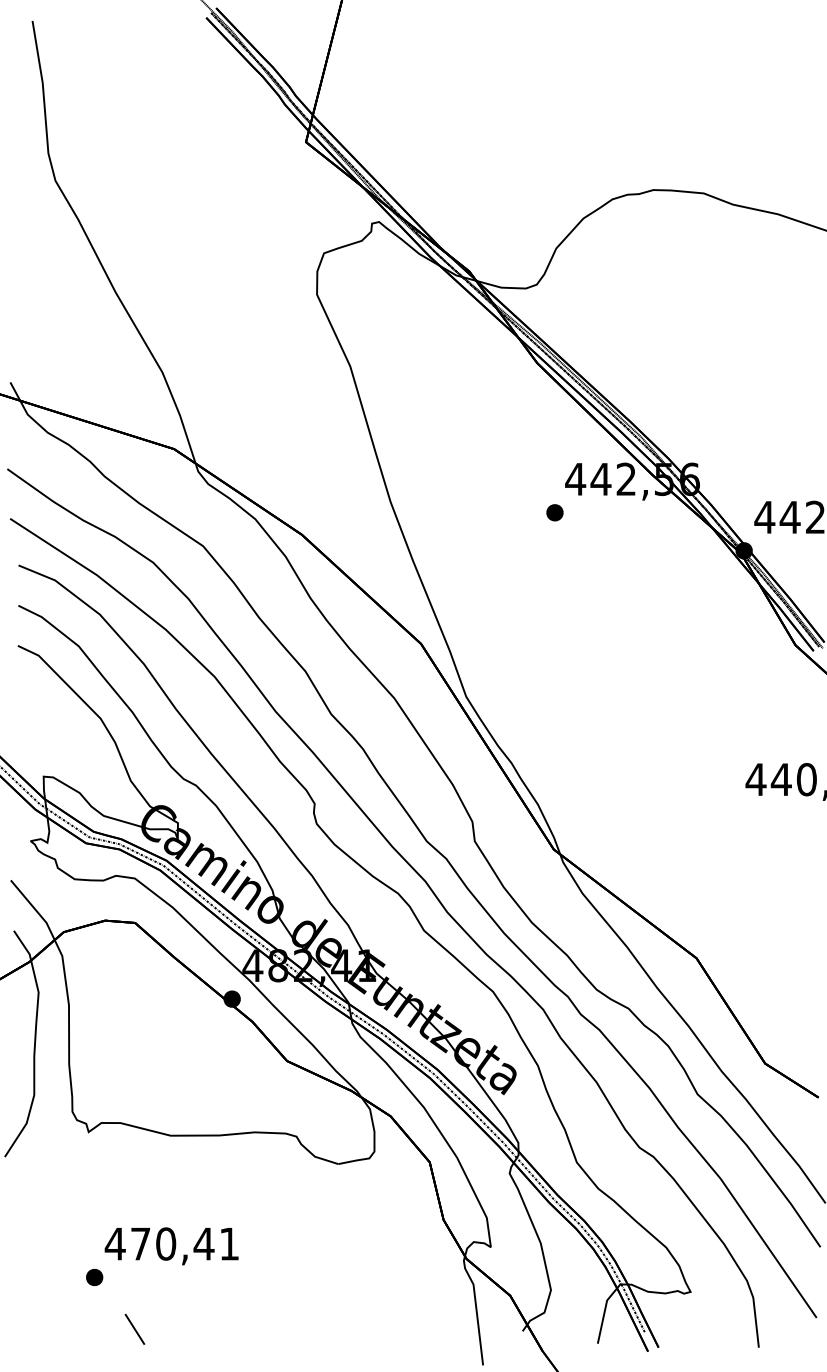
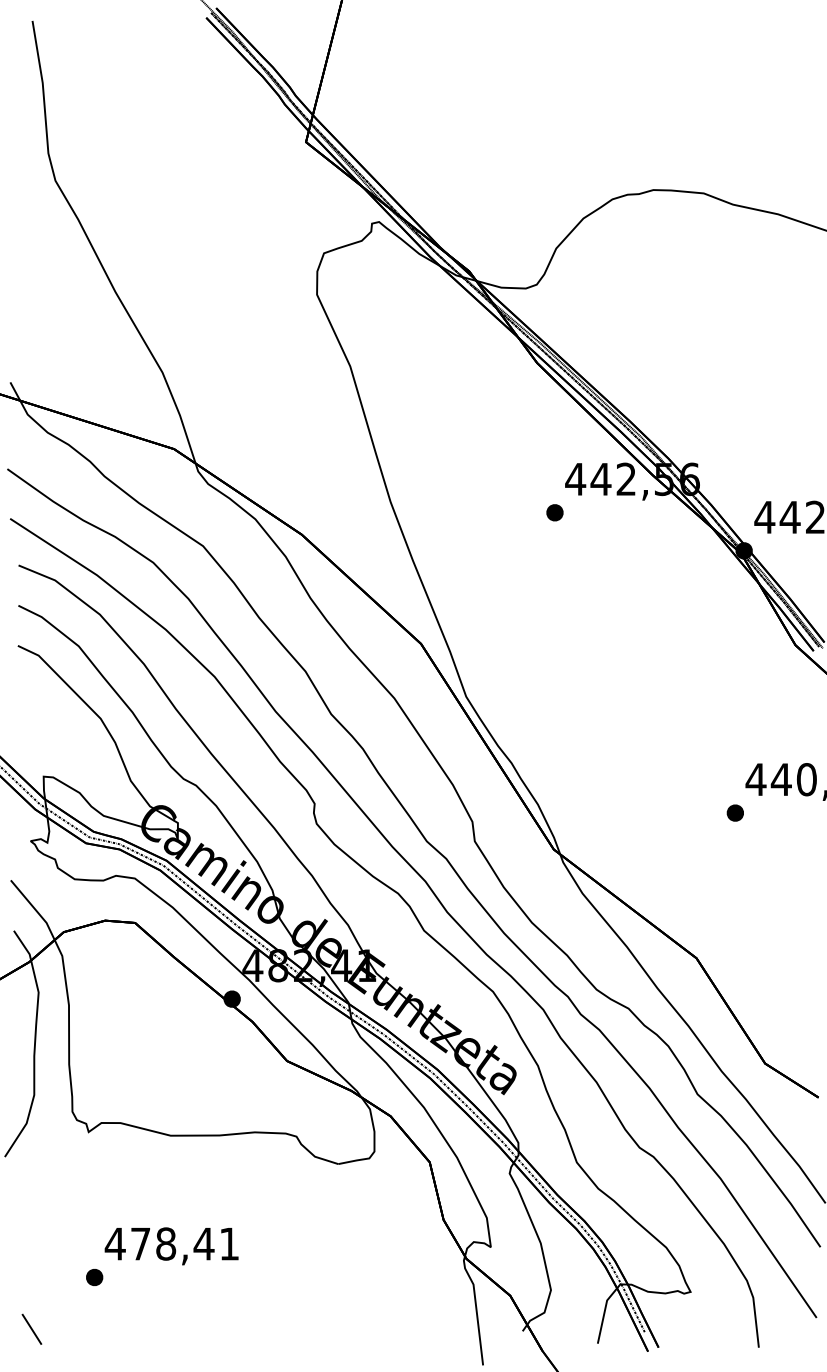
part at (734, 812): none -> present
text at (166, 1243): 470,41 -> 478,41
line at (134, 1328) position: (134, 1328) -> (31, 1328)
